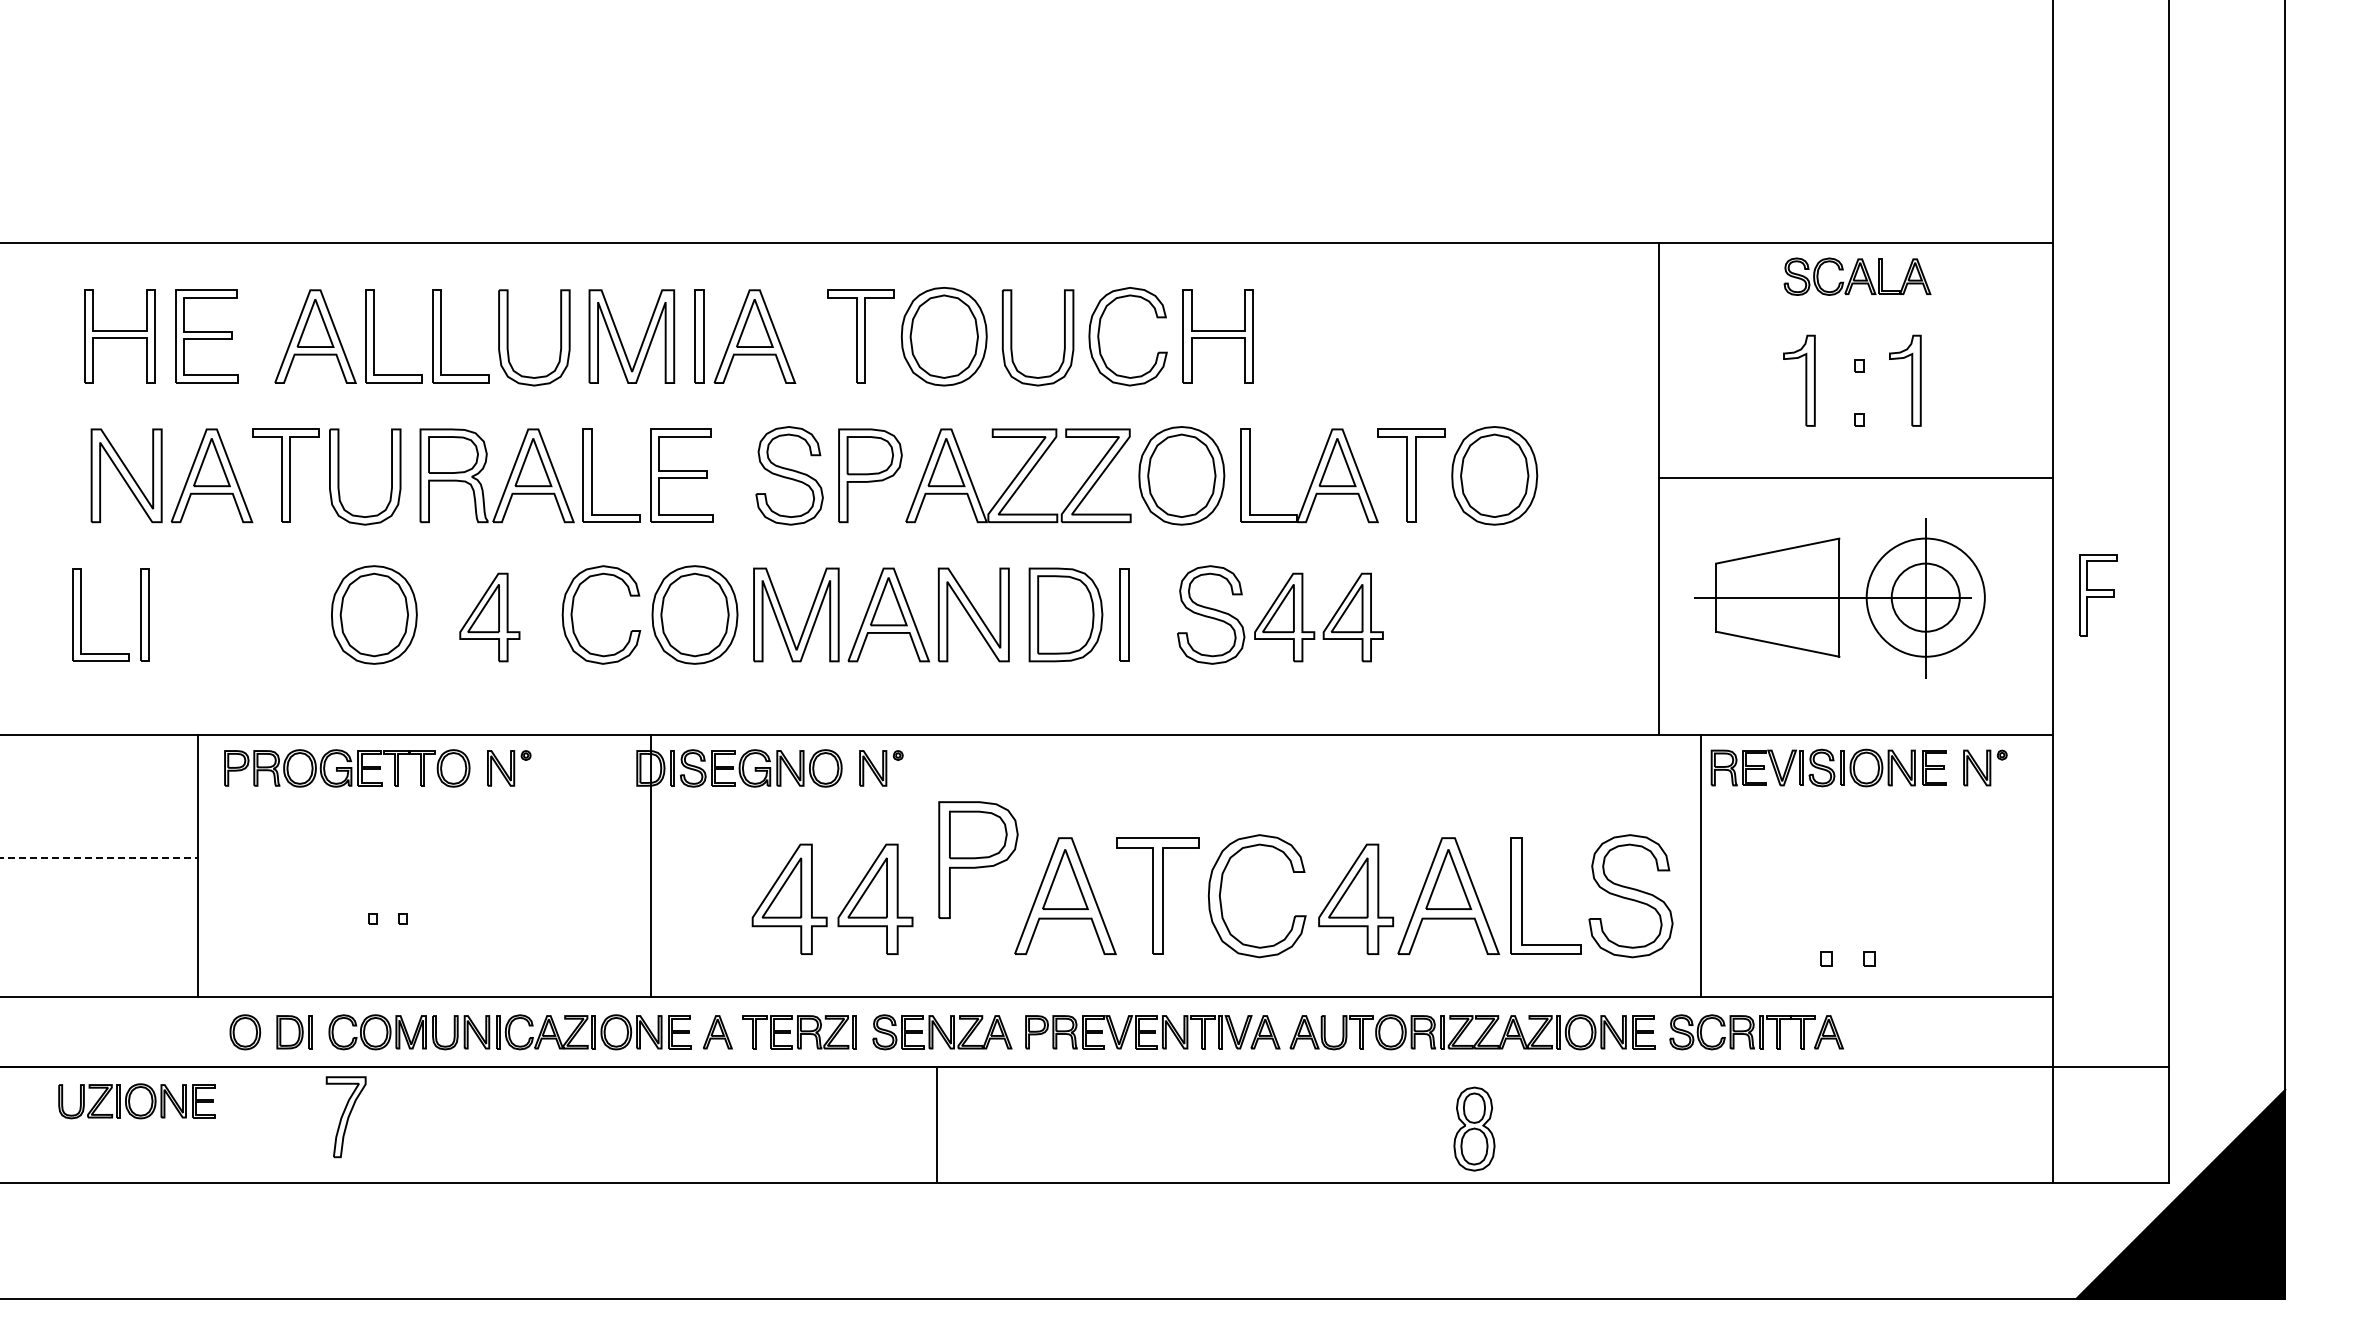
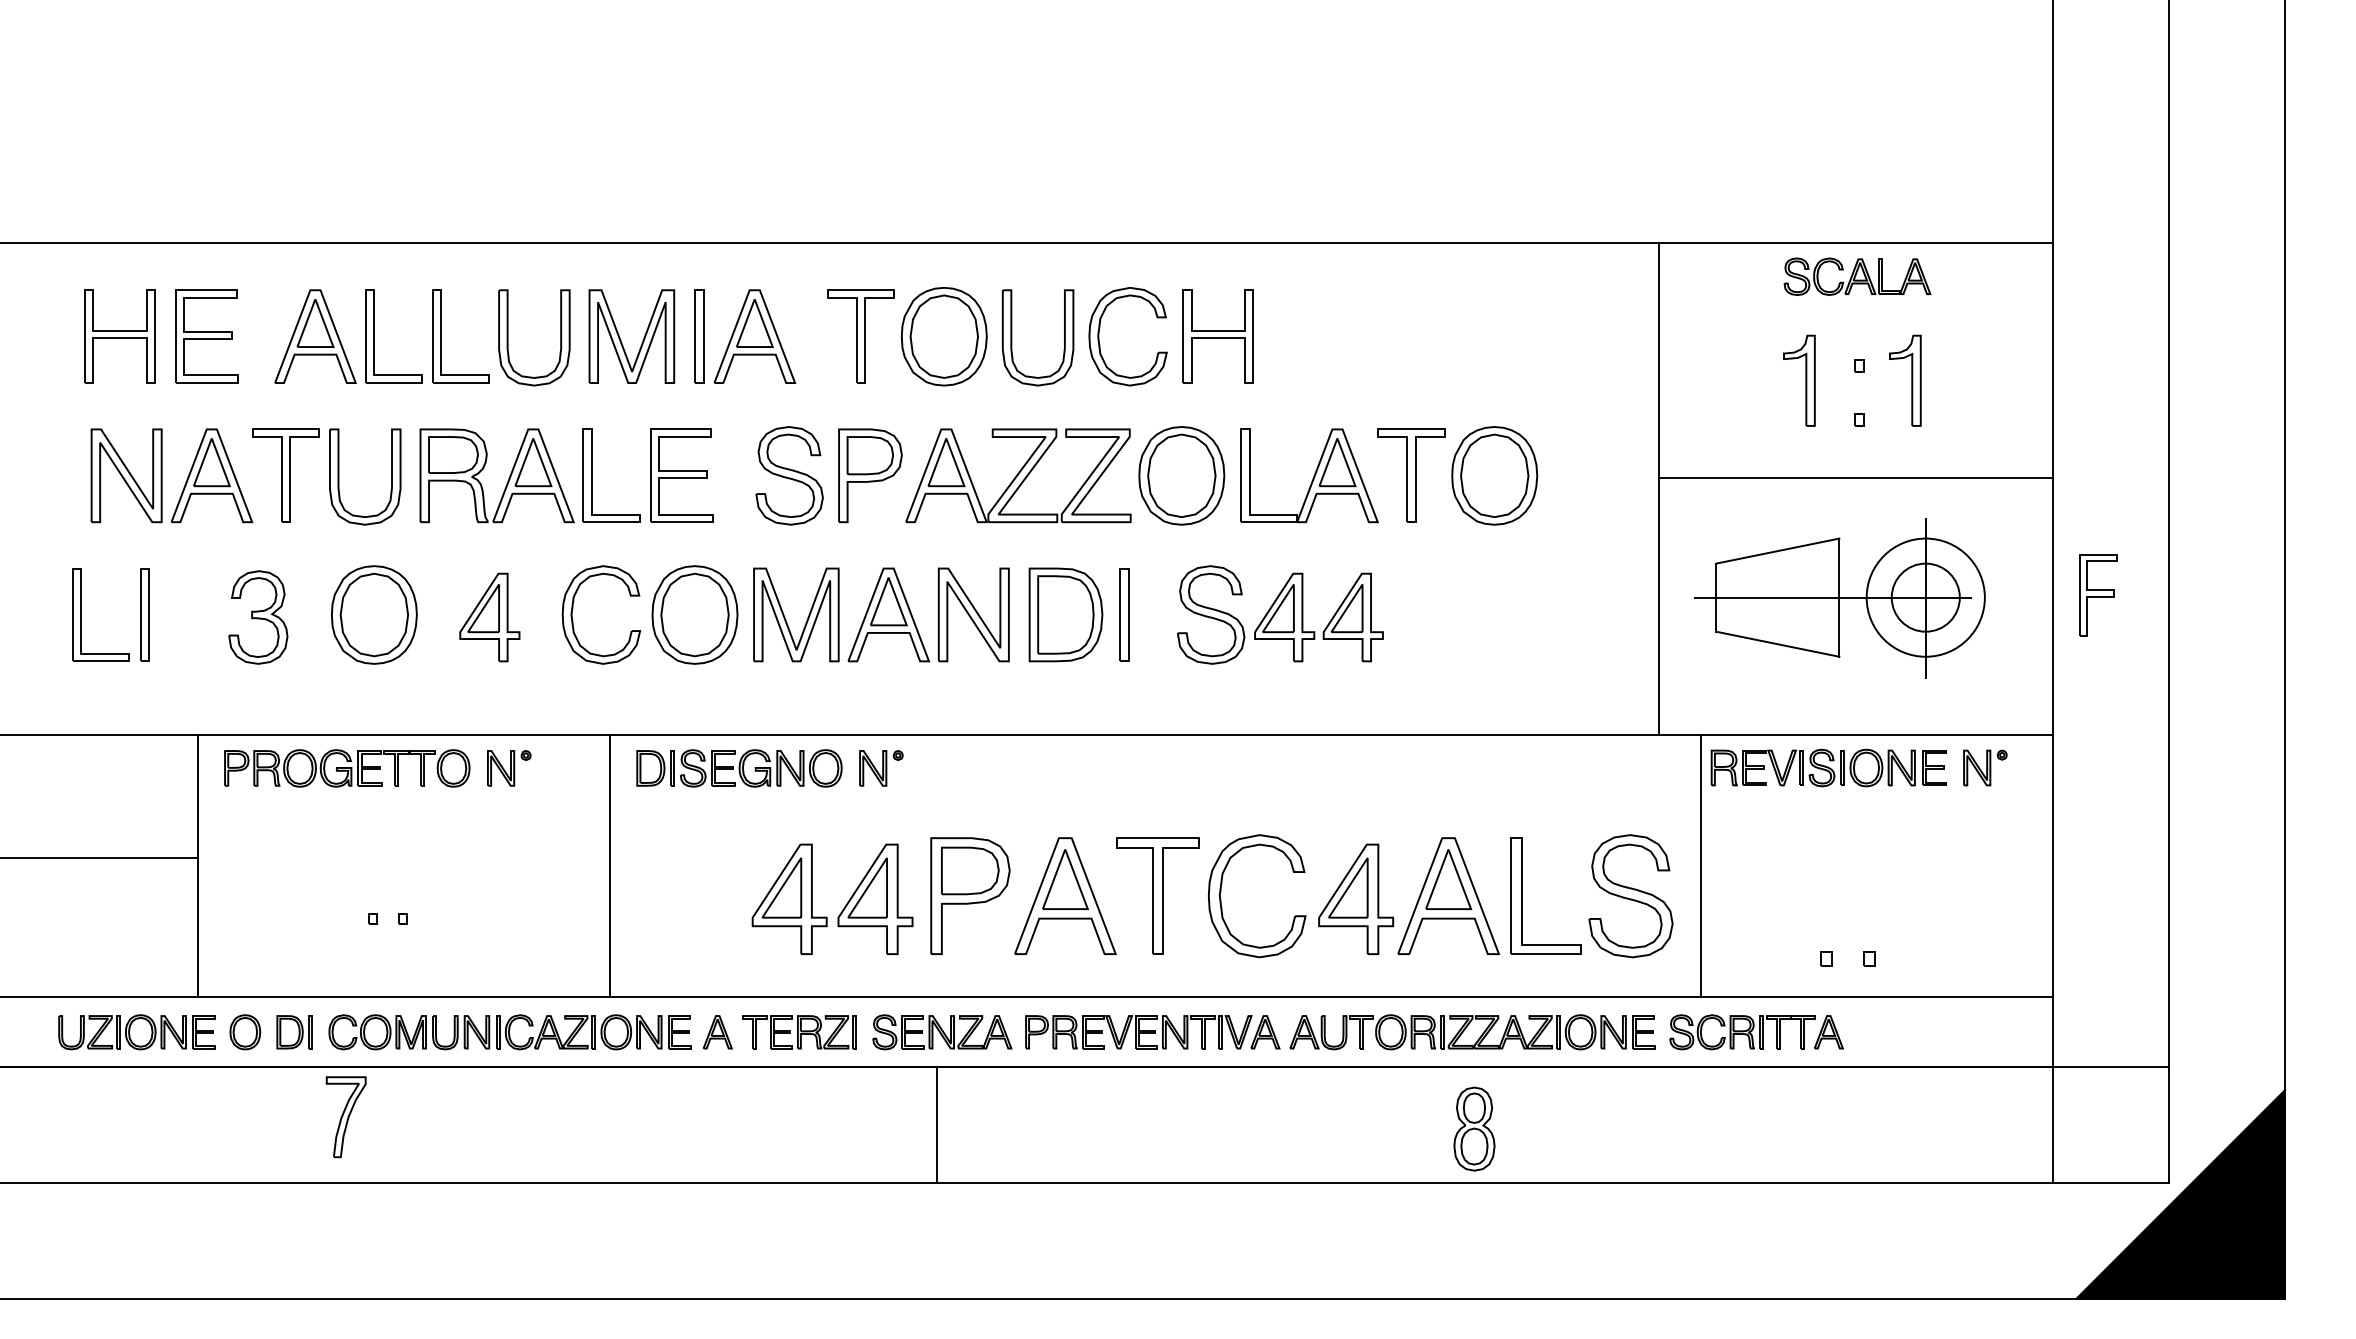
part at (258, 617): none -> present
line at (99, 857): dashed -> solid
part at (978, 859) position: (978, 859) -> (970, 895)
line at (651, 866) position: (651, 866) -> (610, 866)
part at (136, 1101) position: (136, 1101) -> (136, 1032)
